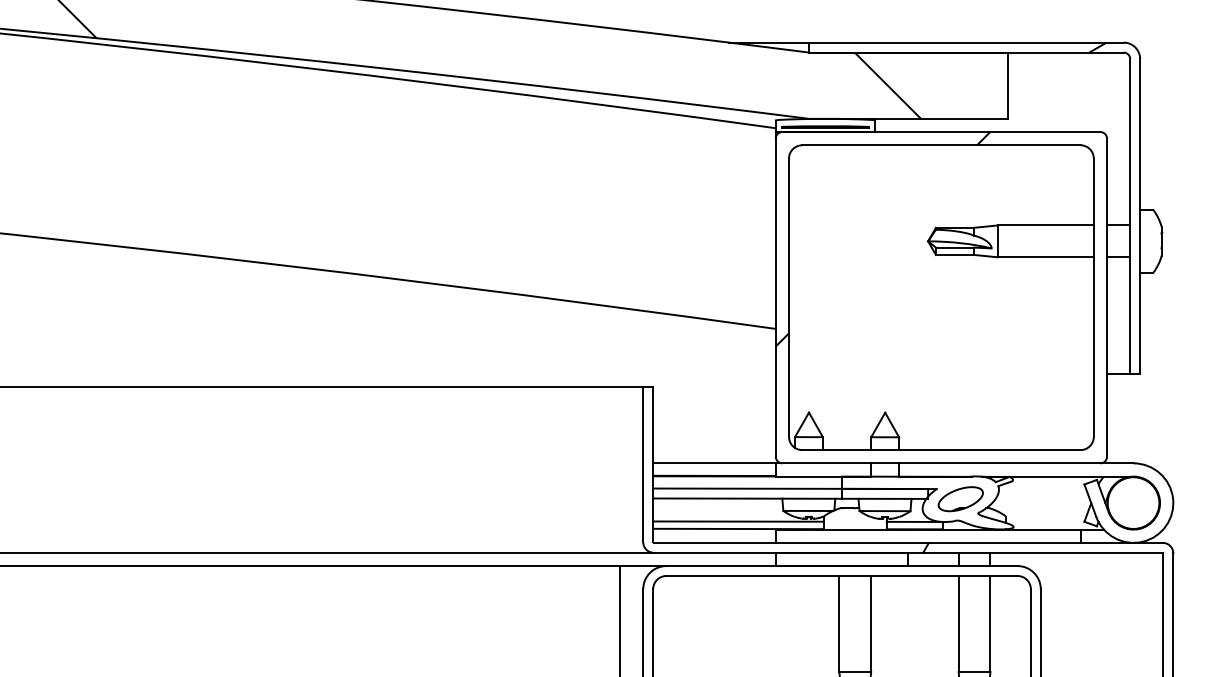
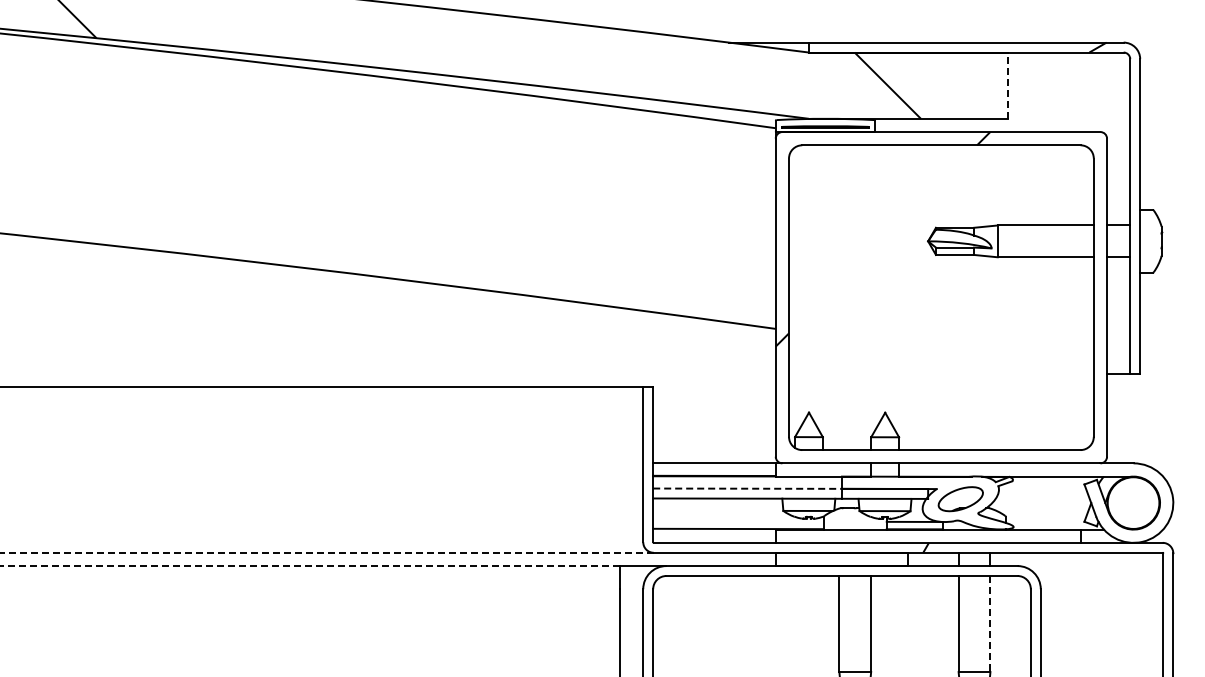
line at (1007, 85): solid -> dashed
line at (748, 488): solid -> dashed
line at (738, 521): present -> none
line at (326, 552): solid -> dashed
line at (310, 566): solid -> dashed
line at (990, 624): solid -> dashed
